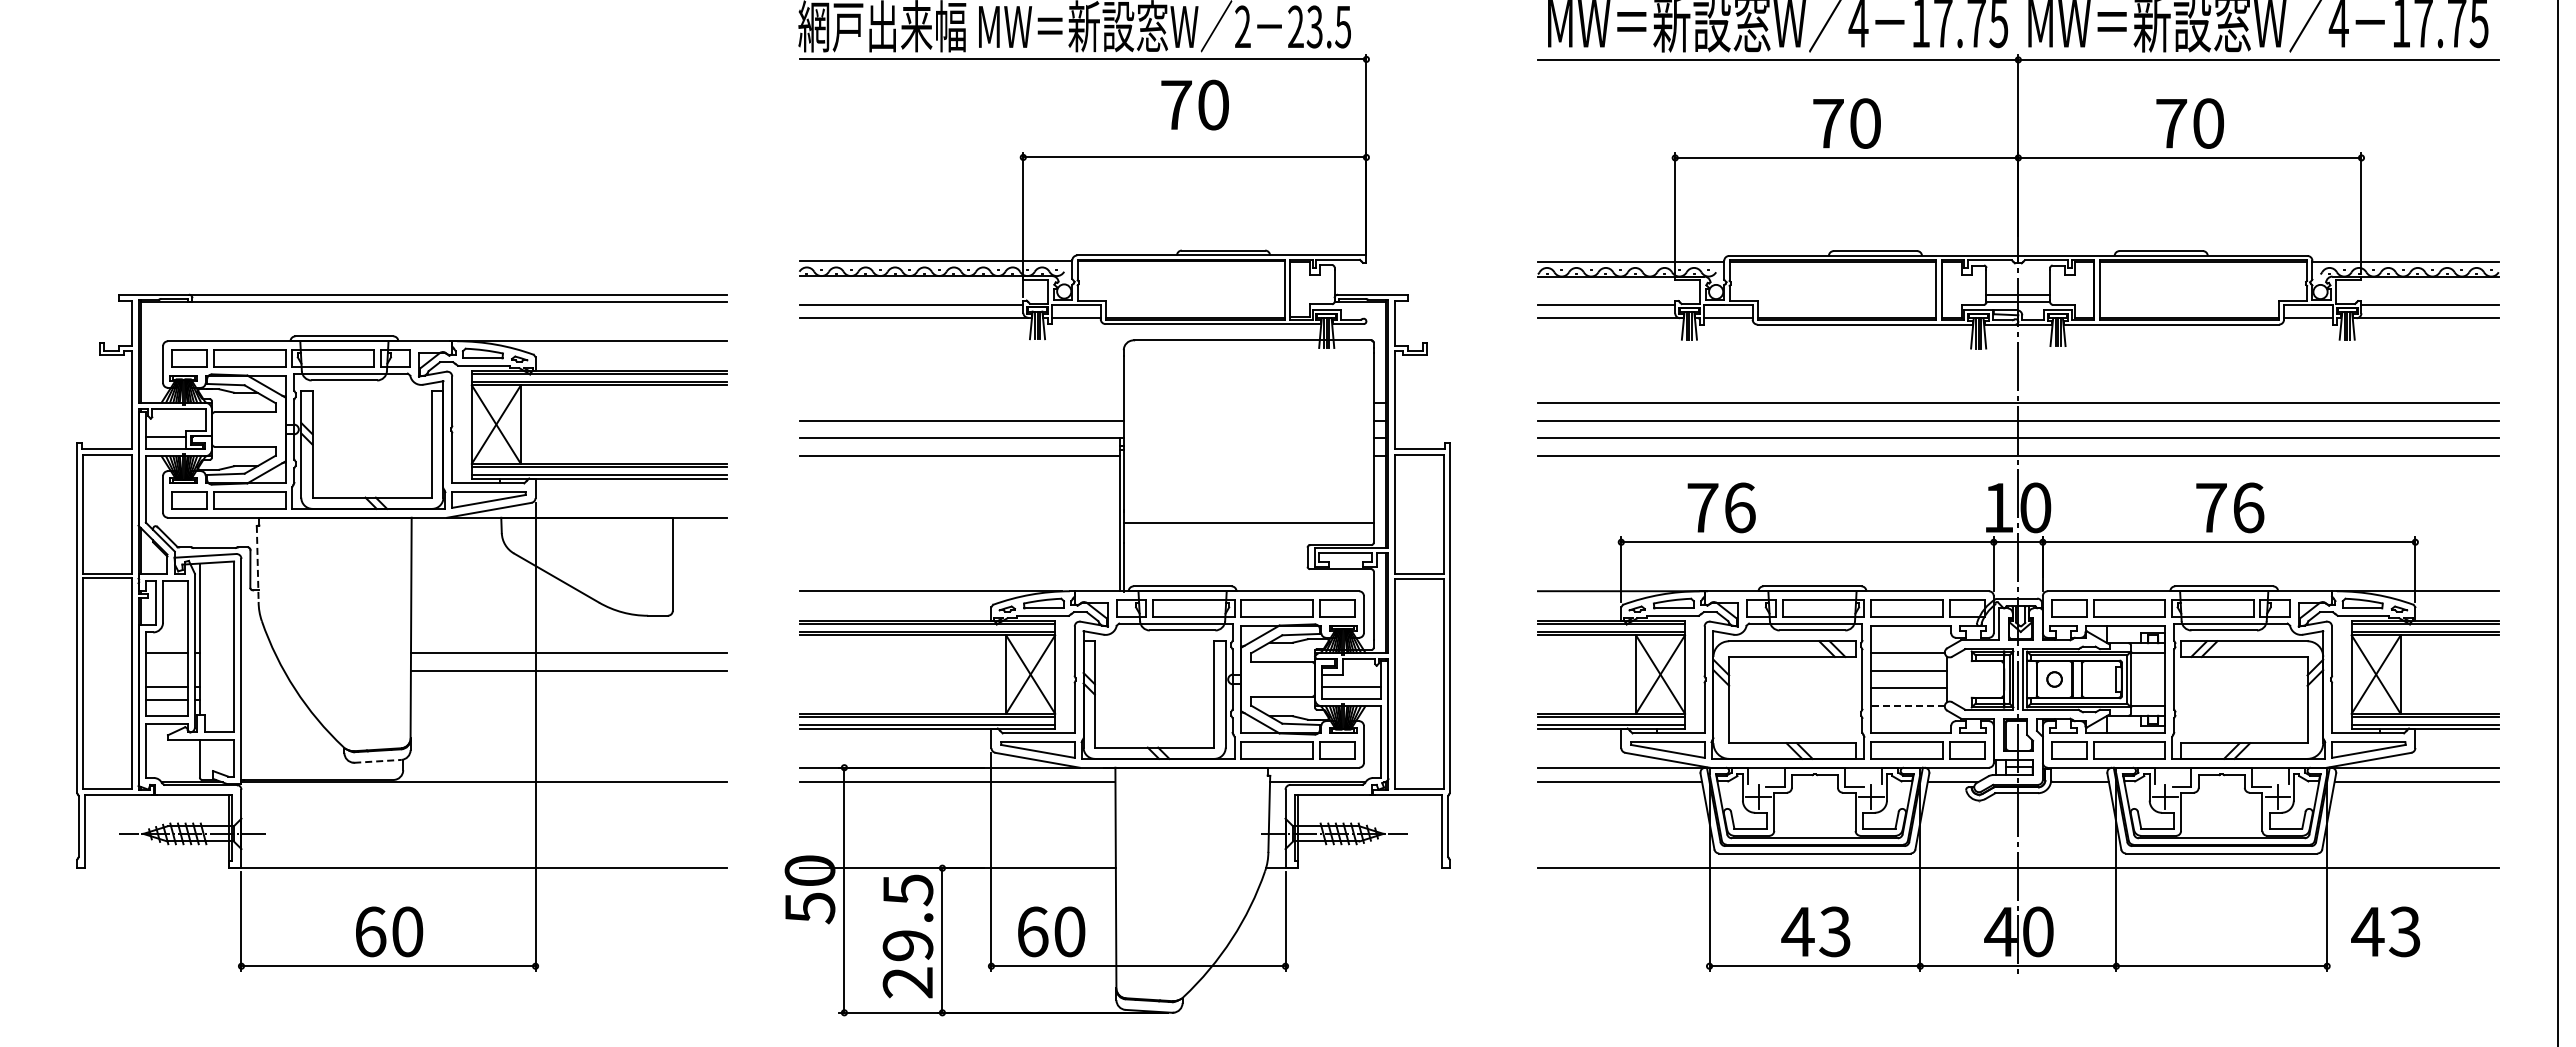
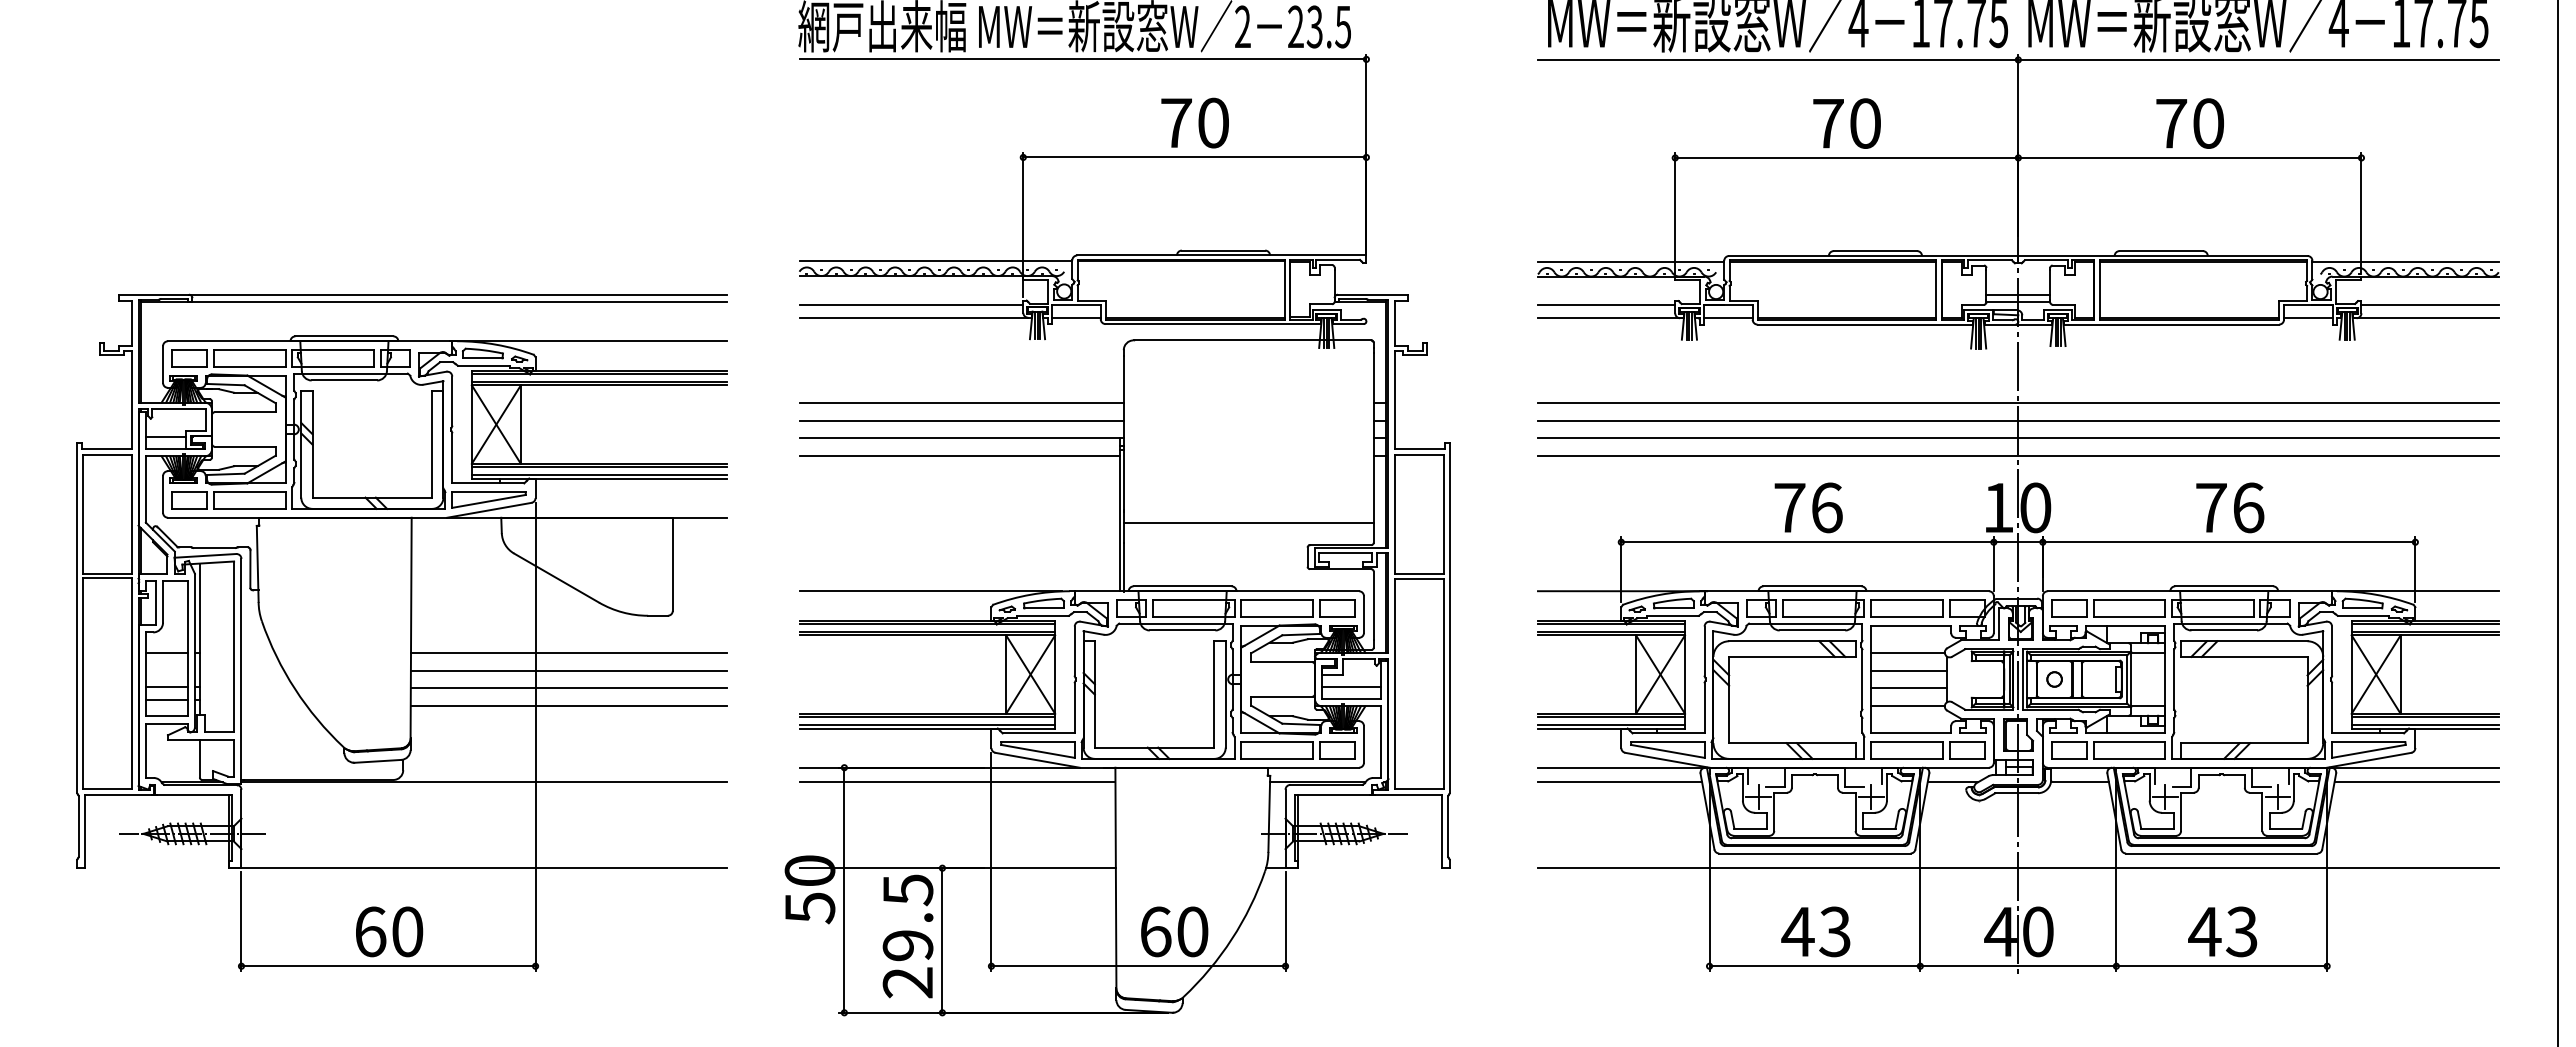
text at (1194, 104) position: (1194, 104) -> (1194, 122)
line at (961, 402): none -> present
text at (1721, 507) position: (1721, 507) -> (1808, 507)
line at (257, 564): dashed -> solid
line at (568, 687): none -> present
line at (568, 706): none -> present
line at (1908, 706): dashed -> solid
line at (377, 761): dashed -> solid
text at (1051, 931) position: (1051, 931) -> (1174, 931)
text at (2385, 931) position: (2385, 931) -> (2222, 931)
